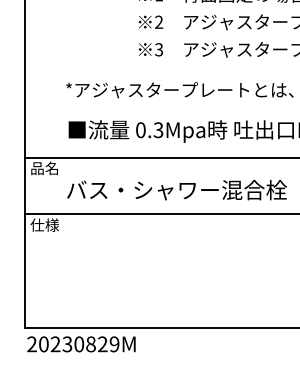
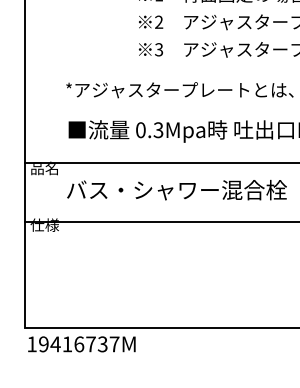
line at (160, 157) position: (160, 157) -> (160, 162)
line at (160, 214) position: (160, 214) -> (160, 222)
text at (73, 344): 20230829M -> 19416737M
